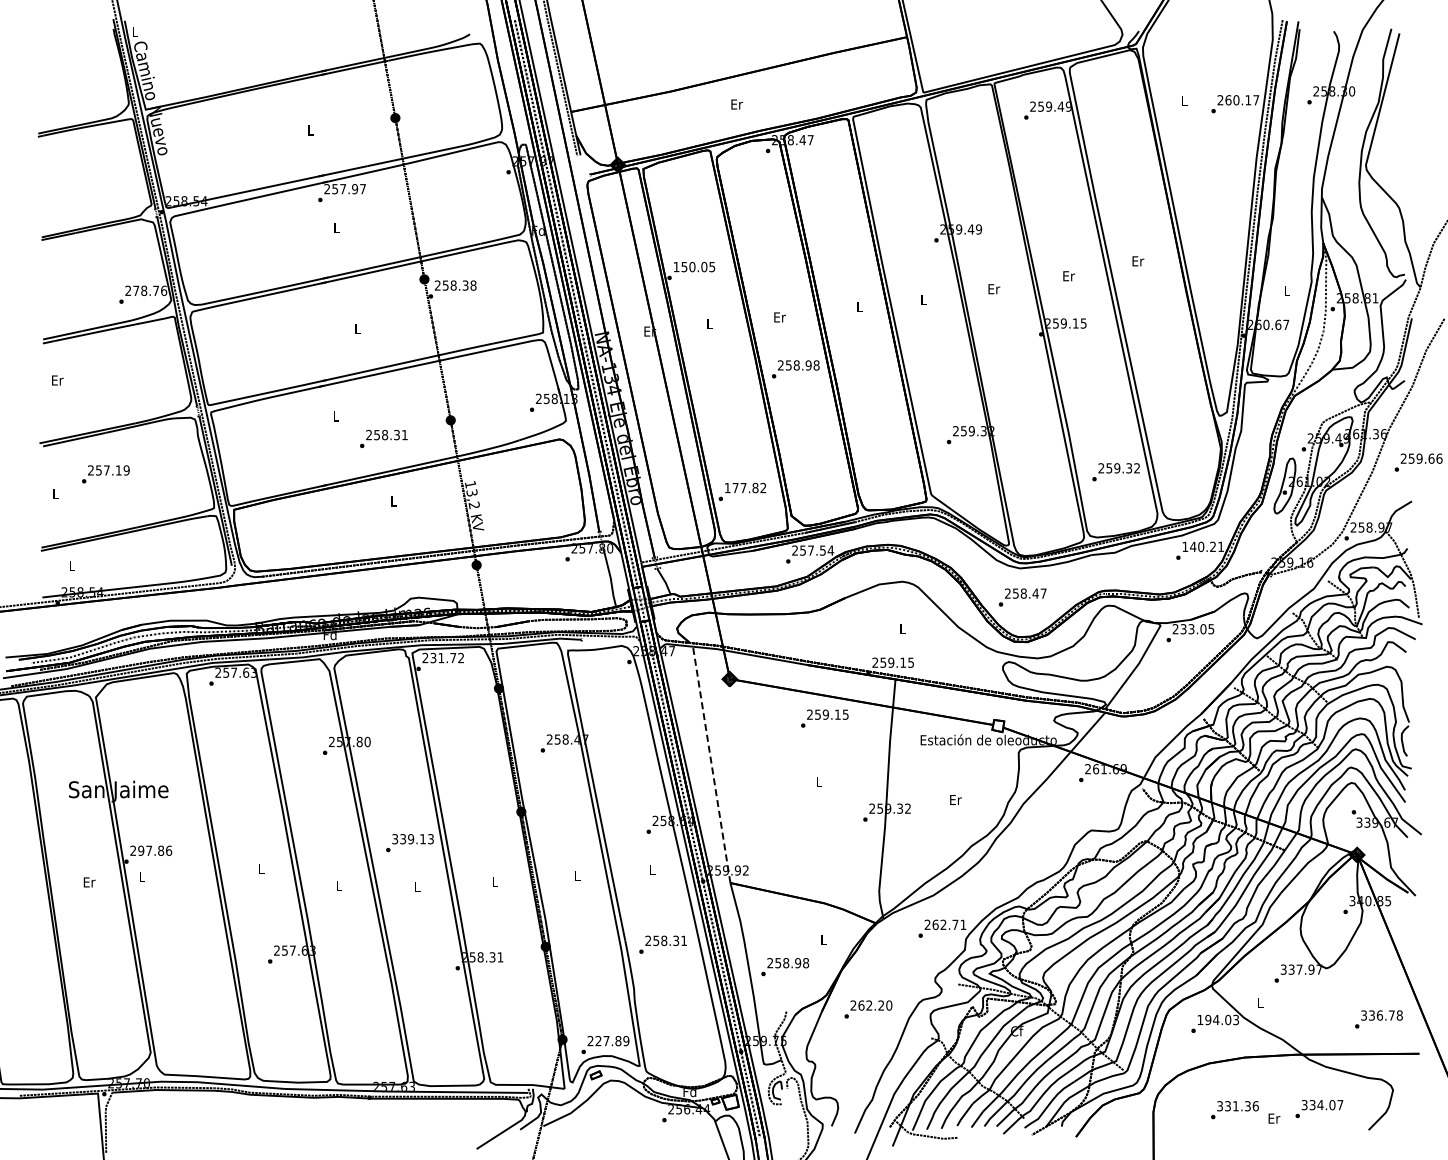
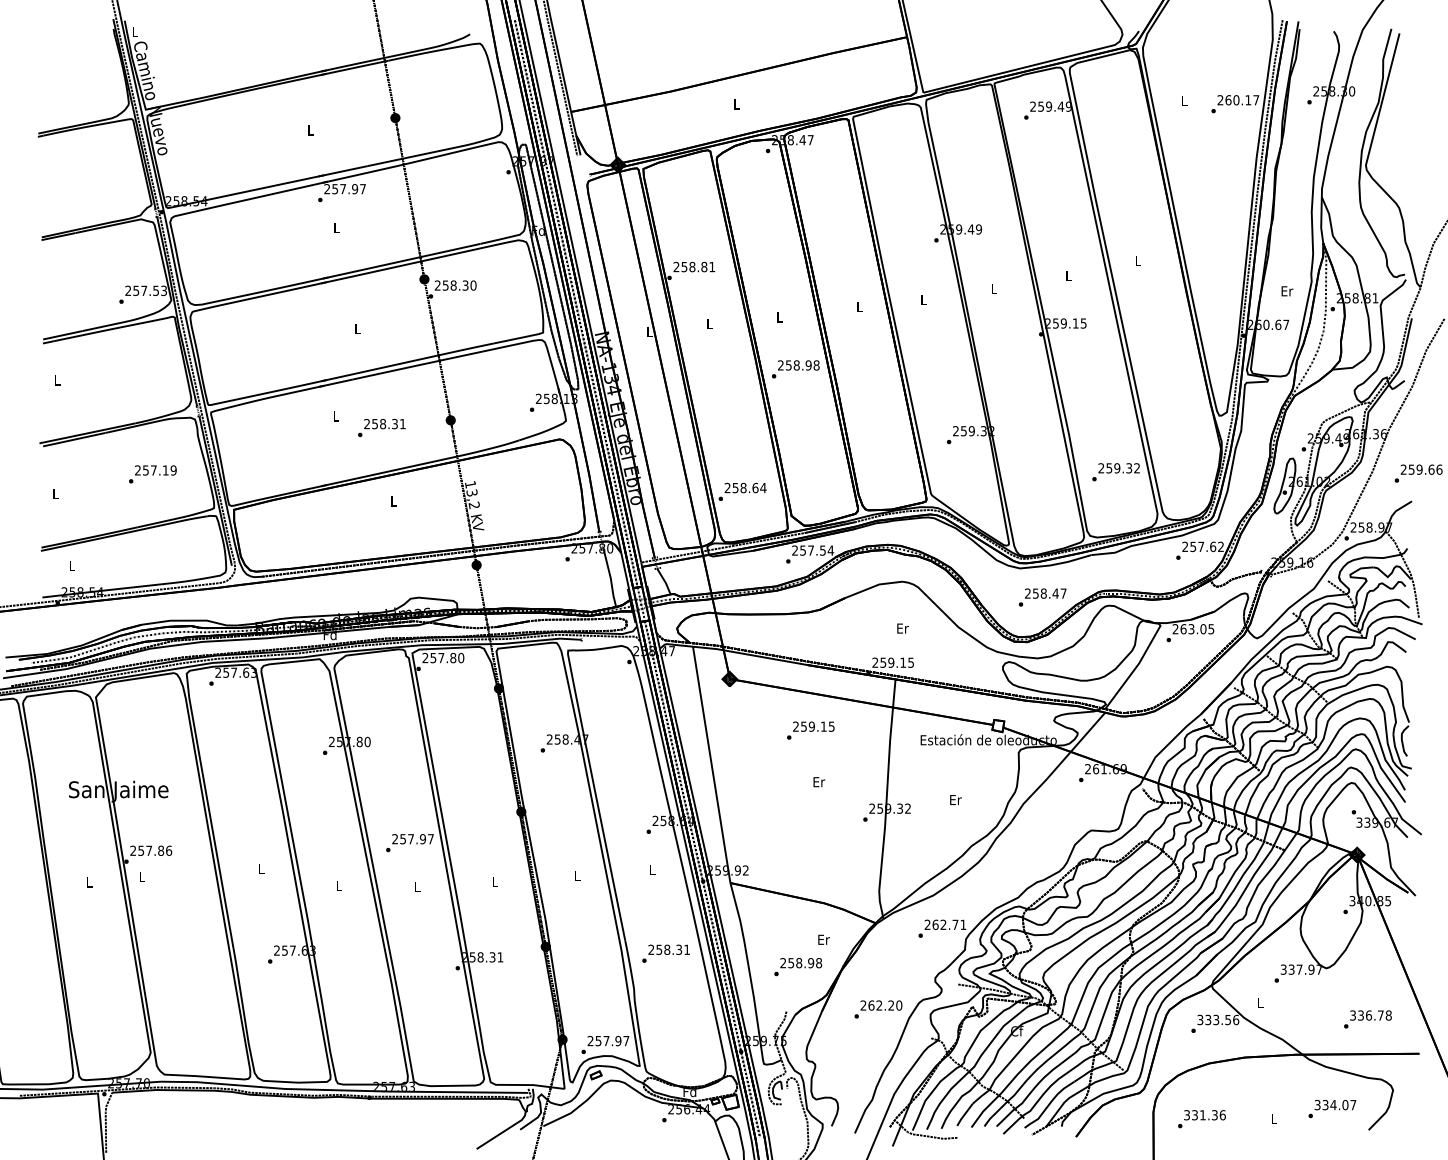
text at (737, 104): Er -> L
text at (1138, 261): Er -> L
text at (694, 266): 150.05 -> 258.81
text at (1068, 276): Er -> L
text at (473, 285): 258.38 -> 258.30
text at (994, 289): Er -> L
text at (150, 290): 278.76 -> 257.53
text at (1287, 291): L -> Er
text at (779, 317): Er -> L
text at (650, 331): Er -> L
text at (57, 380): Er -> L
text at (383, 438) position: (383, 438) -> (381, 427)
text at (1418, 462) position: (1418, 462) -> (1418, 473)
text at (105, 474) position: (105, 474) -> (152, 474)
text at (745, 487): 177.82 -> 258.64
text at (1202, 546): 140.21 -> 257.62
text at (1022, 597) position: (1022, 597) -> (1042, 597)
text at (902, 628): L -> Er
text at (1183, 629): 233.05 -> 263.05
text at (447, 657): 231.72 -> 257.80
text at (824, 718) position: (824, 718) -> (810, 730)
line at (711, 764): dashed -> solid
text at (819, 782): L -> Er
text at (412, 839): 339.13 -> 257.97
text at (141, 850): 297.86 -> 257.86
text at (89, 882): Er -> L
text at (823, 939): L -> Er
text at (662, 944) position: (662, 944) -> (665, 953)
text at (785, 967) position: (785, 967) -> (798, 967)
text at (868, 1009) position: (868, 1009) -> (878, 1009)
text at (1218, 1019): 194.03 -> 333.56
text at (1378, 1019) position: (1378, 1019) -> (1367, 1019)
text at (612, 1040): 227.89 -> 257.97
text at (1319, 1108) position: (1319, 1108) -> (1332, 1108)
text at (1234, 1110) position: (1234, 1110) -> (1201, 1119)
text at (1274, 1118): Er -> L
